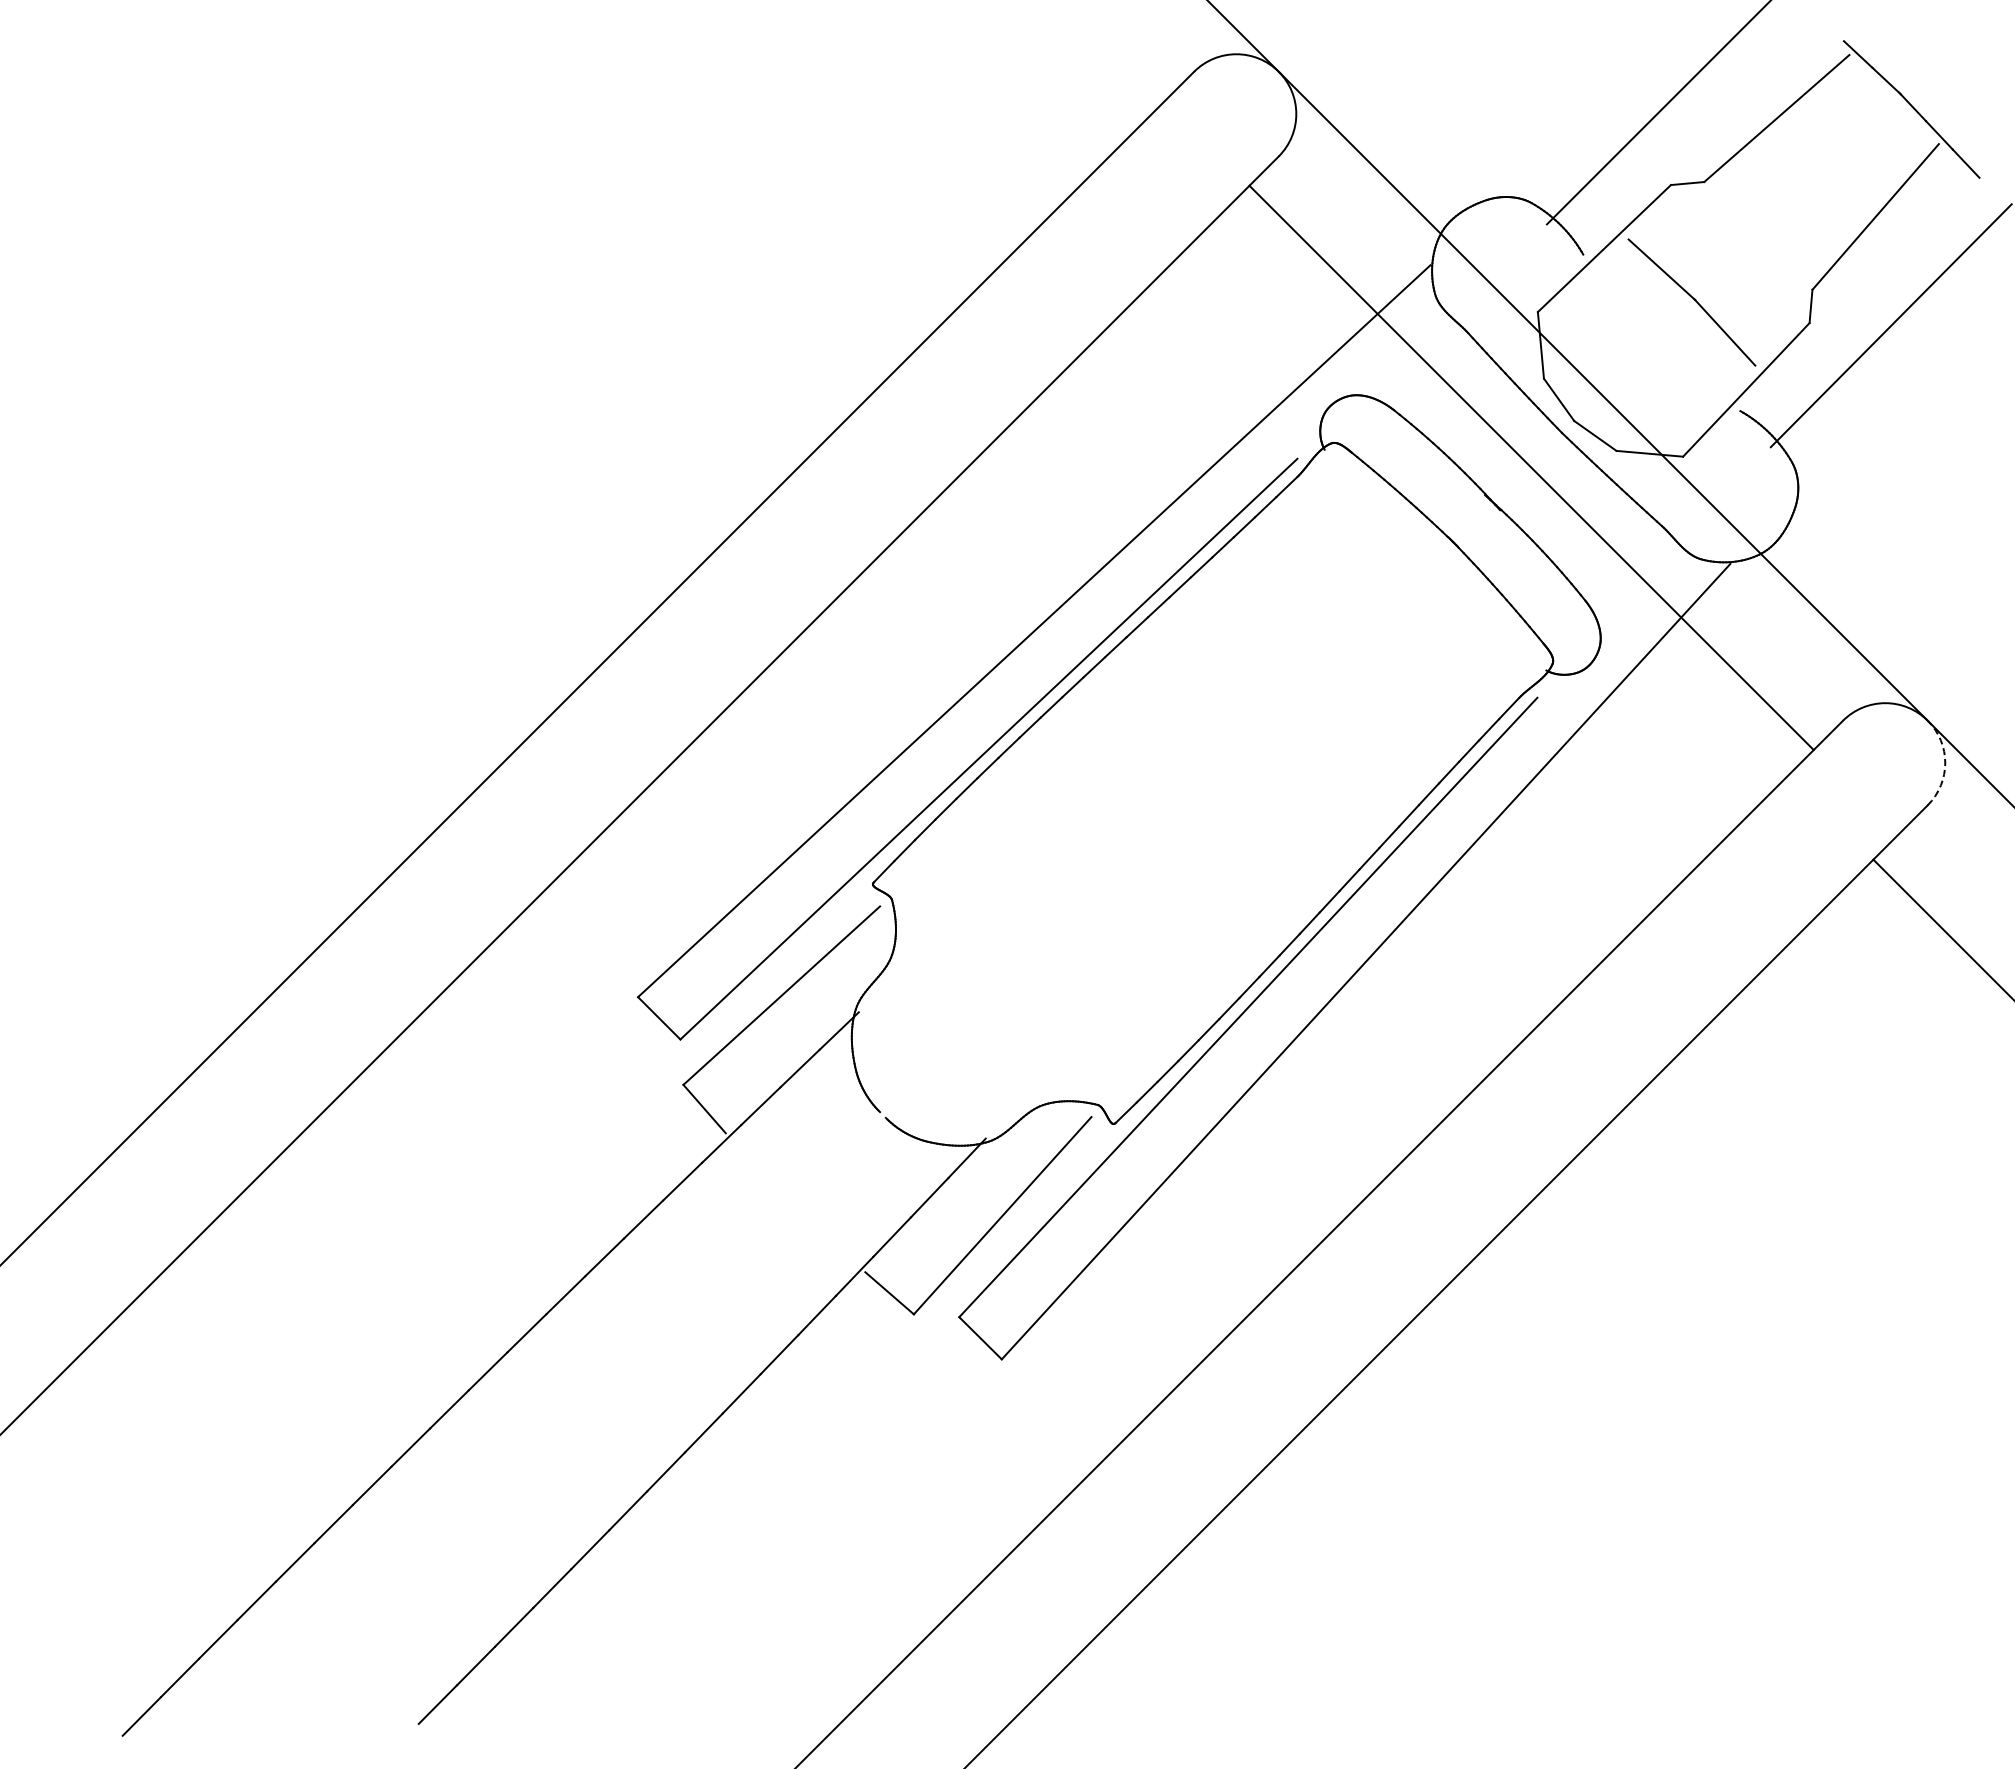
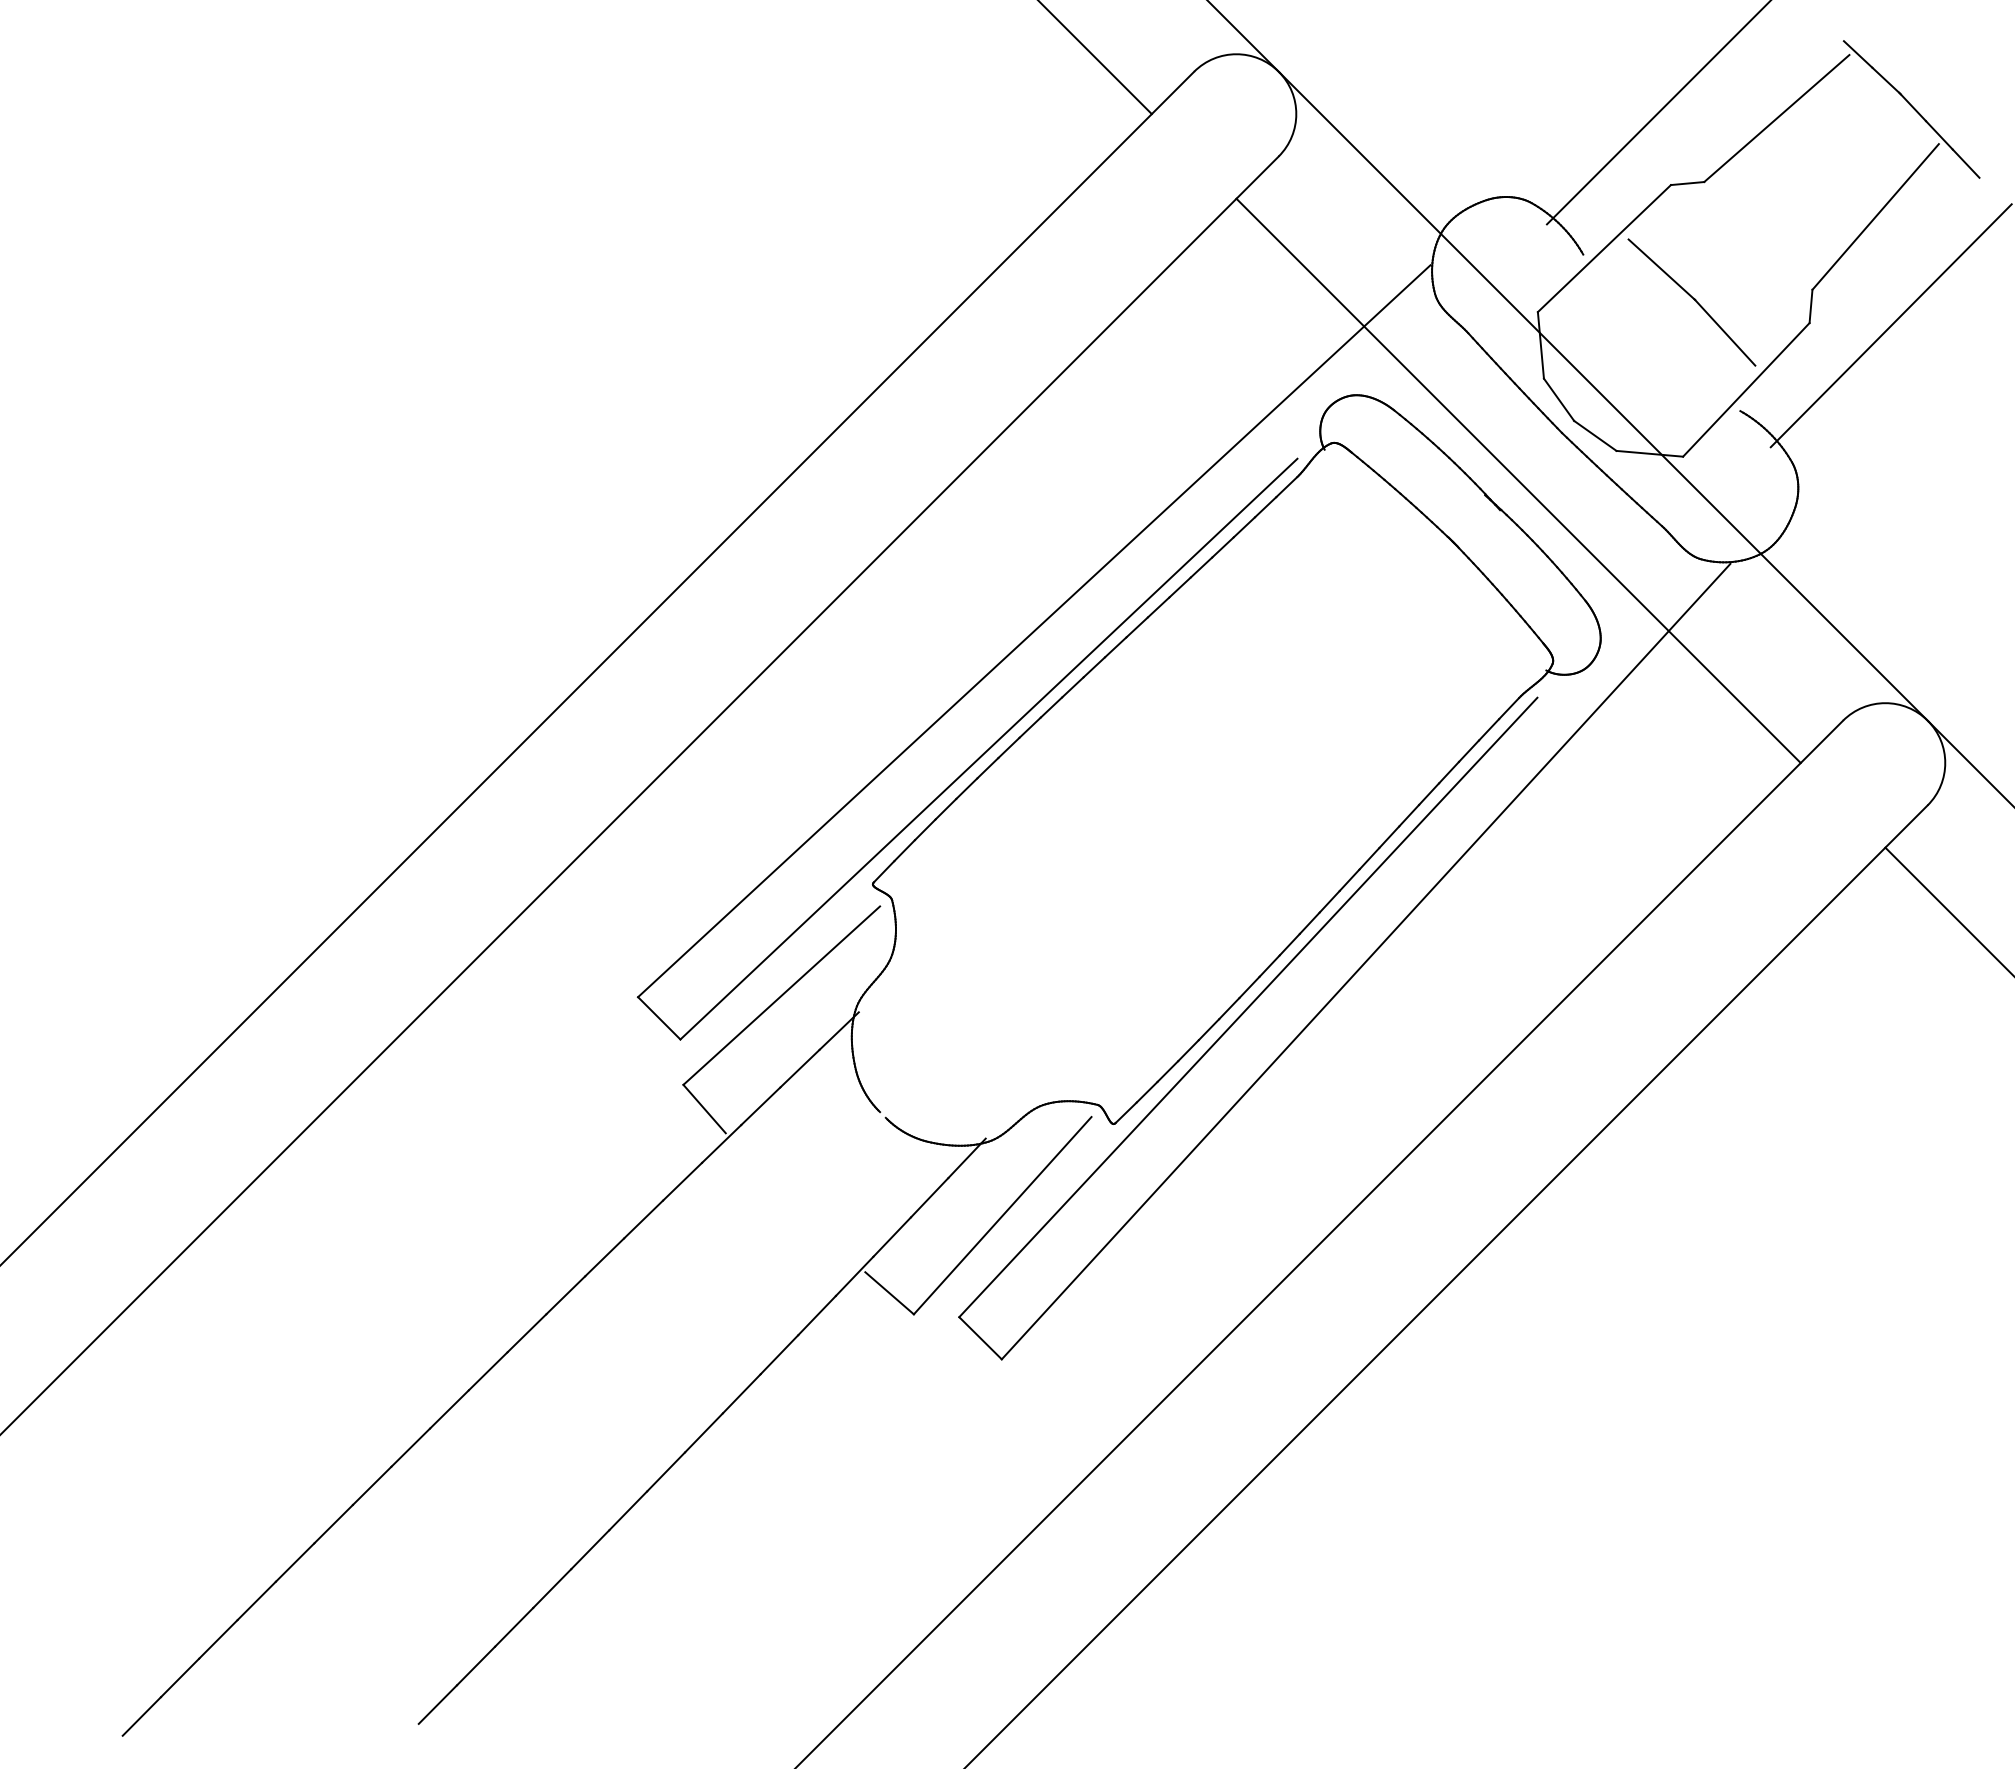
line at (1095, 58): none -> present
line at (1531, 467) position: (1531, 467) -> (1518, 480)
arc at (1945, 763): dashed -> solid
line at (1942, 928) position: (1942, 928) -> (1948, 910)
